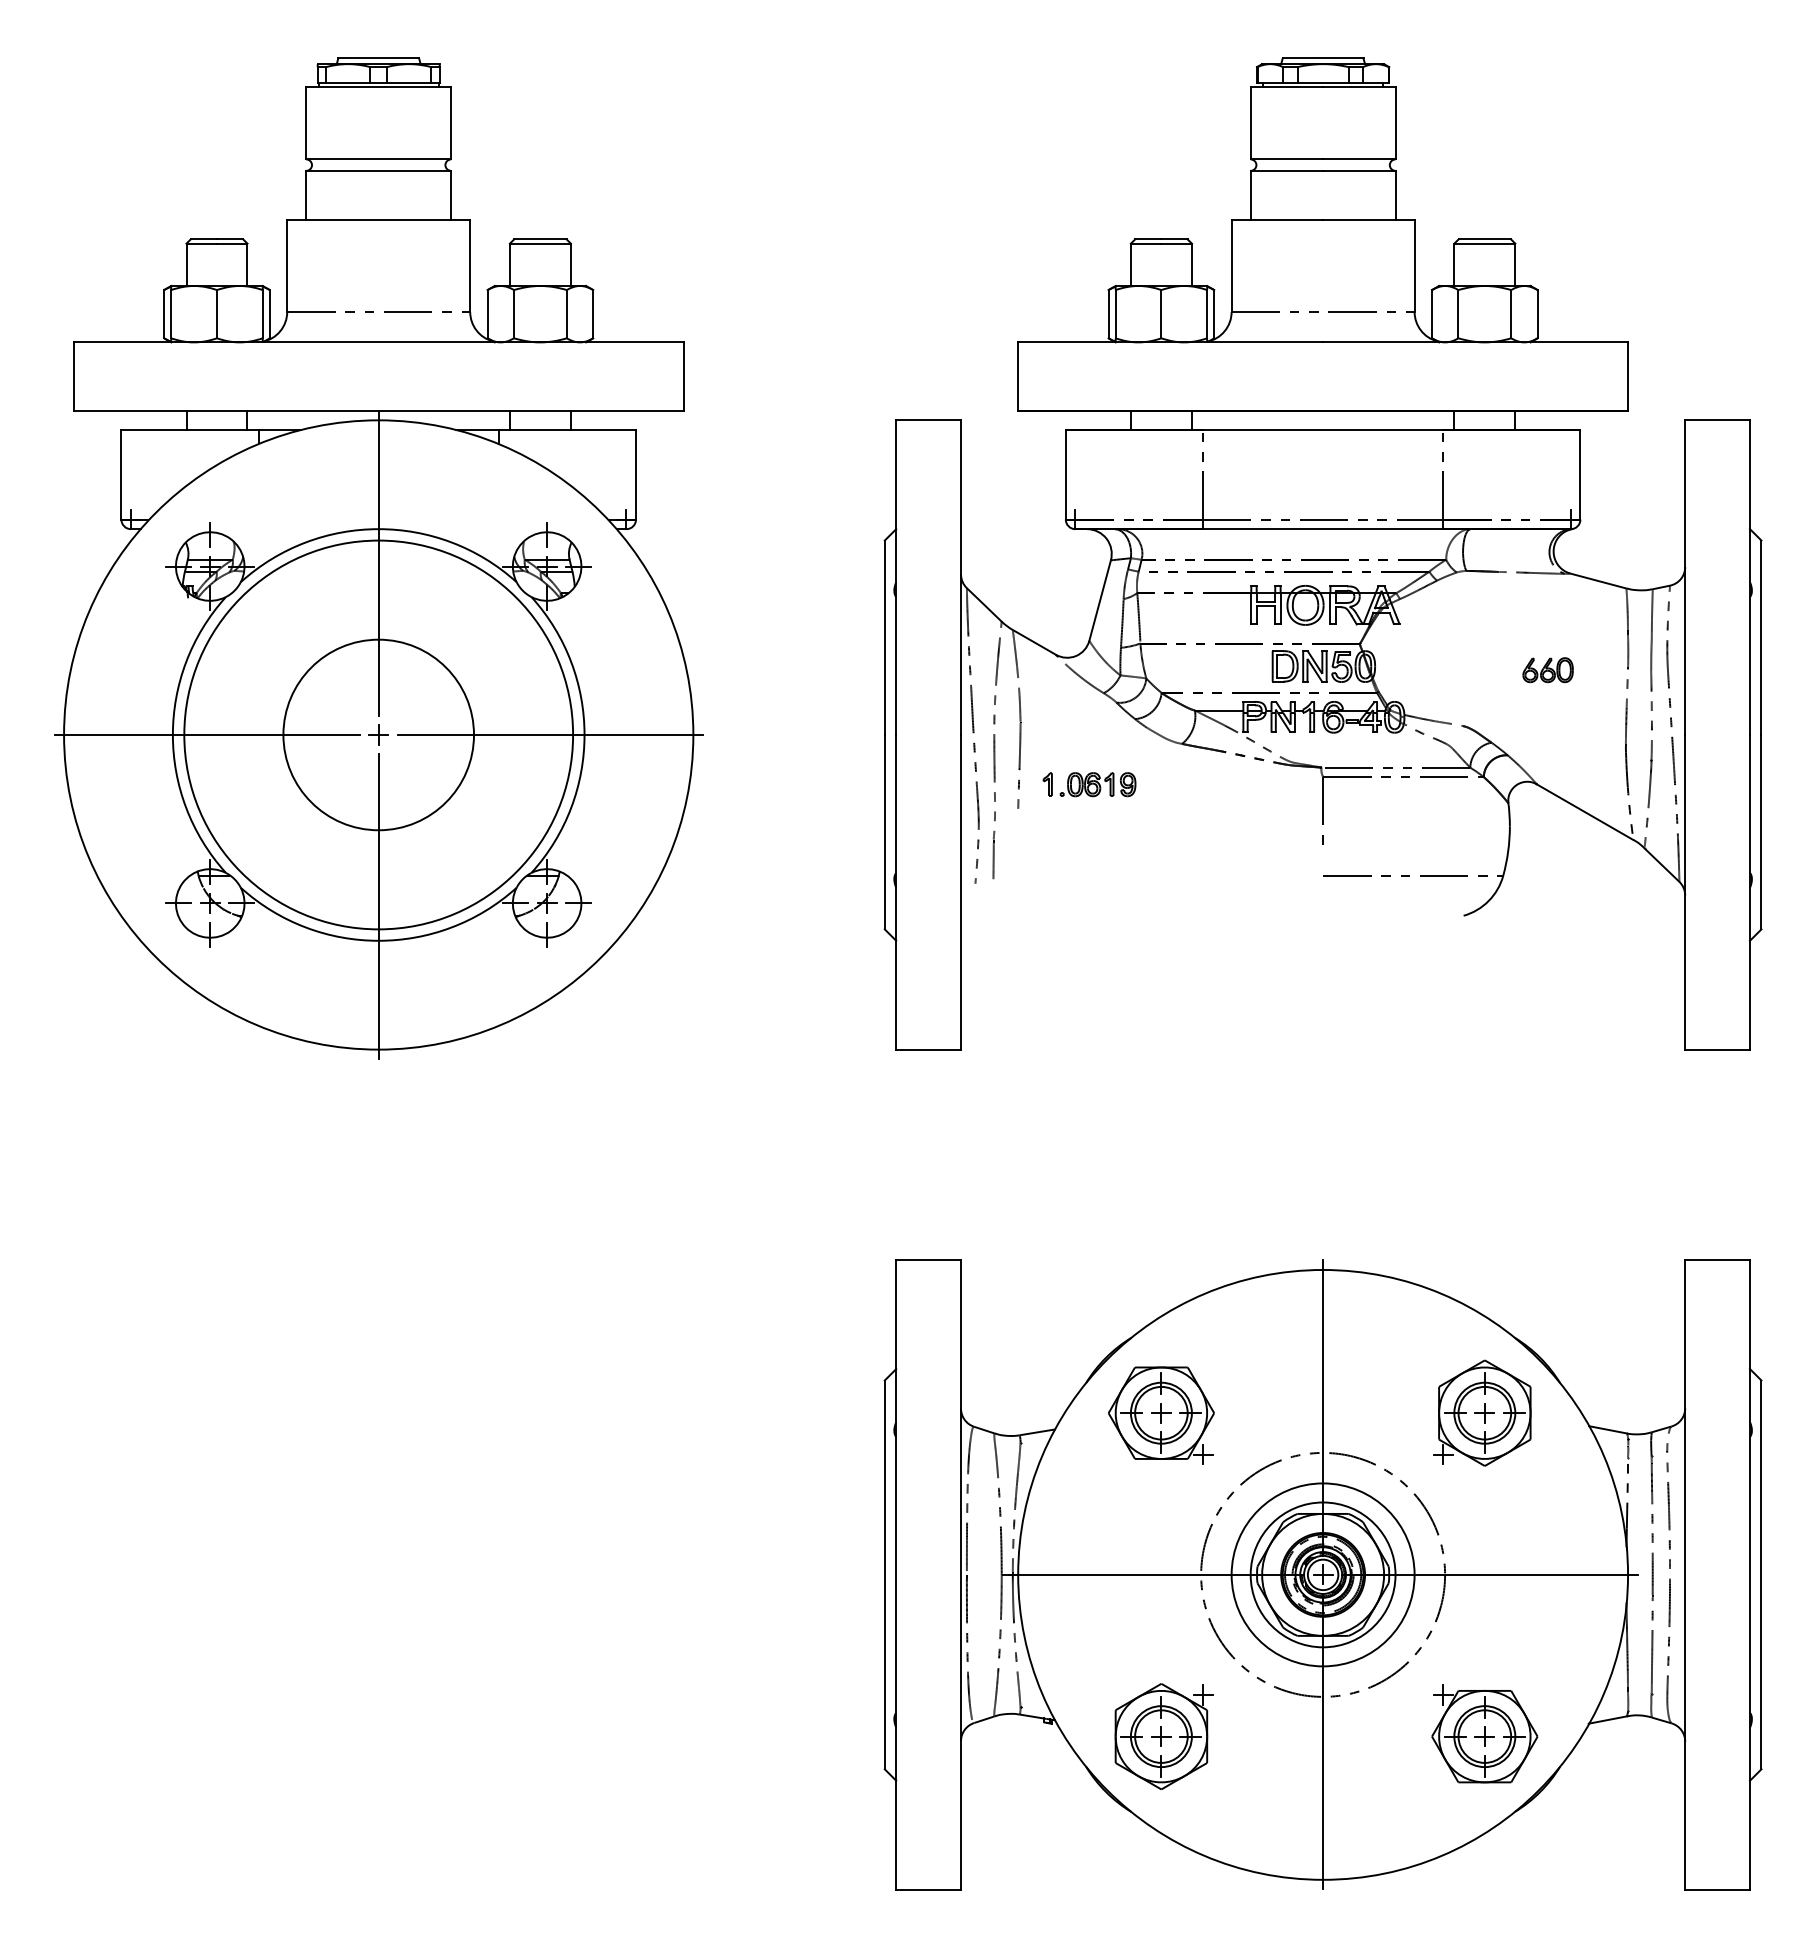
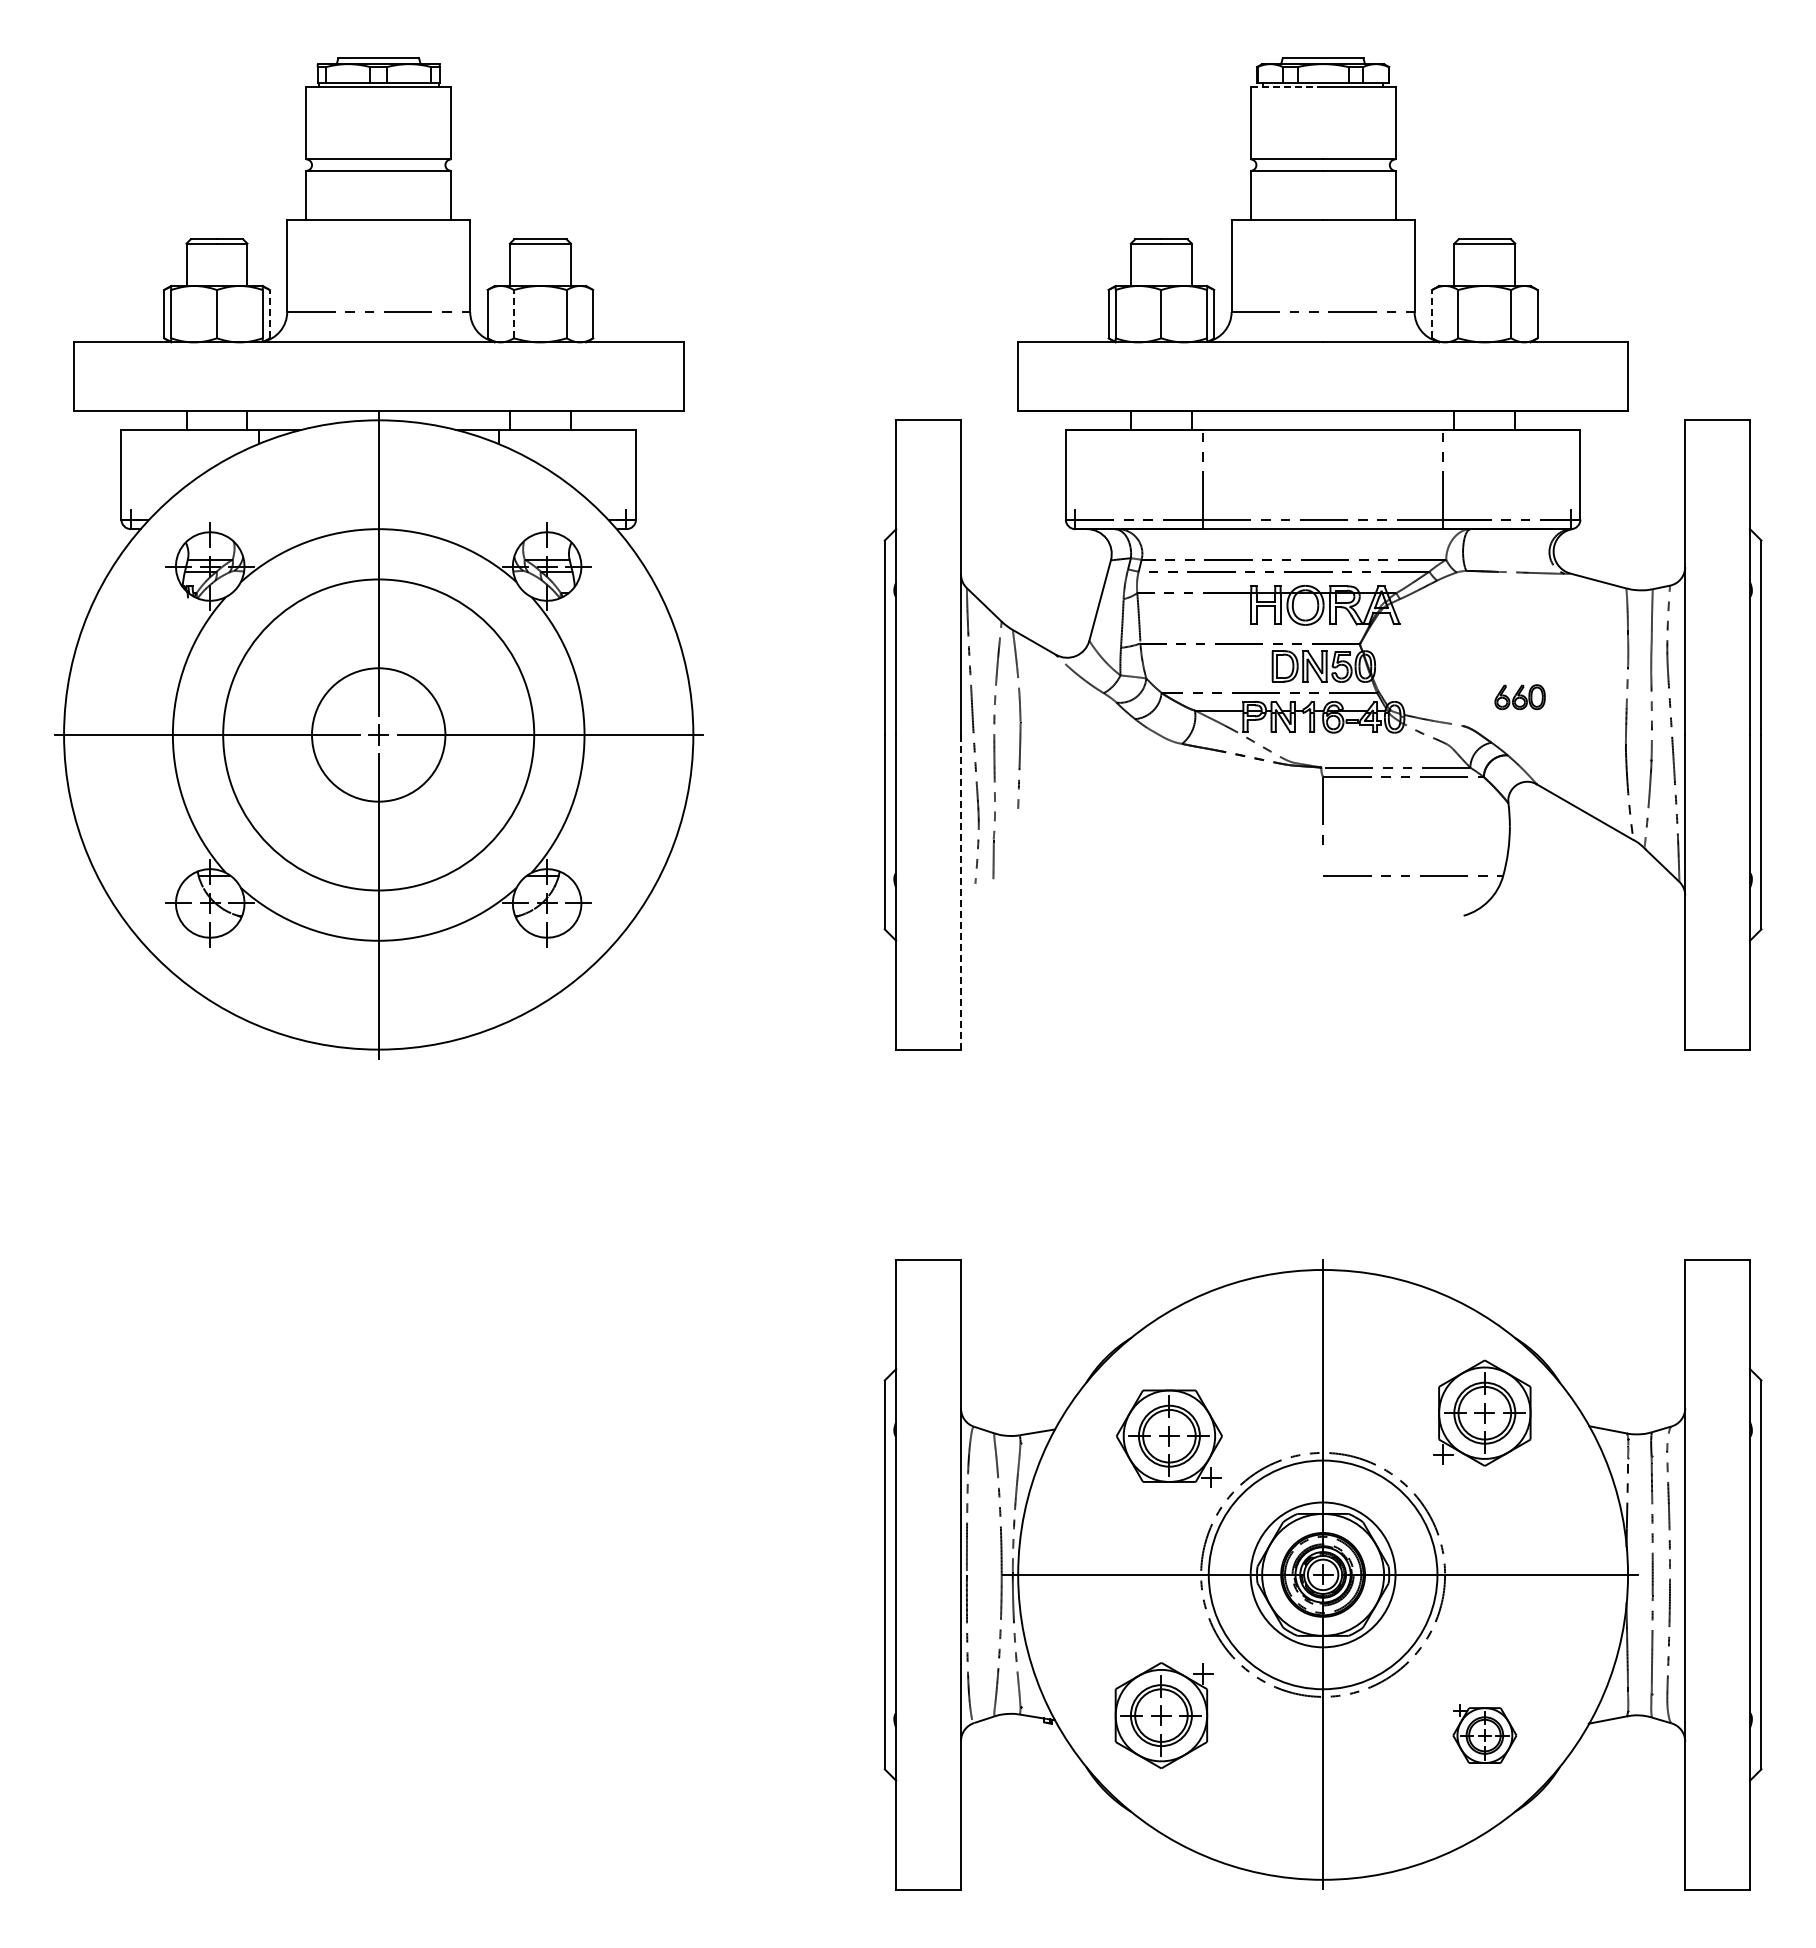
line at (1287, 87): solid -> dashed
line at (269, 313): solid -> dashed
line at (514, 313): solid -> dashed
line at (1432, 313): solid -> dashed
part at (1547, 670) position: (1547, 670) -> (1519, 697)
circle at (378, 734) diameter: 191 px -> 133 px
circle at (378, 734) diameter: 389 px -> 311 px
part at (1089, 784): present -> none
line at (961, 891): solid -> dashed
part at (1161, 1415) position: (1161, 1415) -> (1169, 1438)
circle at (1322, 1574) diameter: 183 px -> 229 px
part at (1484, 1733) size: 108x100 px -> 66x60 px
part at (1163, 1736) position: (1163, 1736) -> (1163, 1715)
